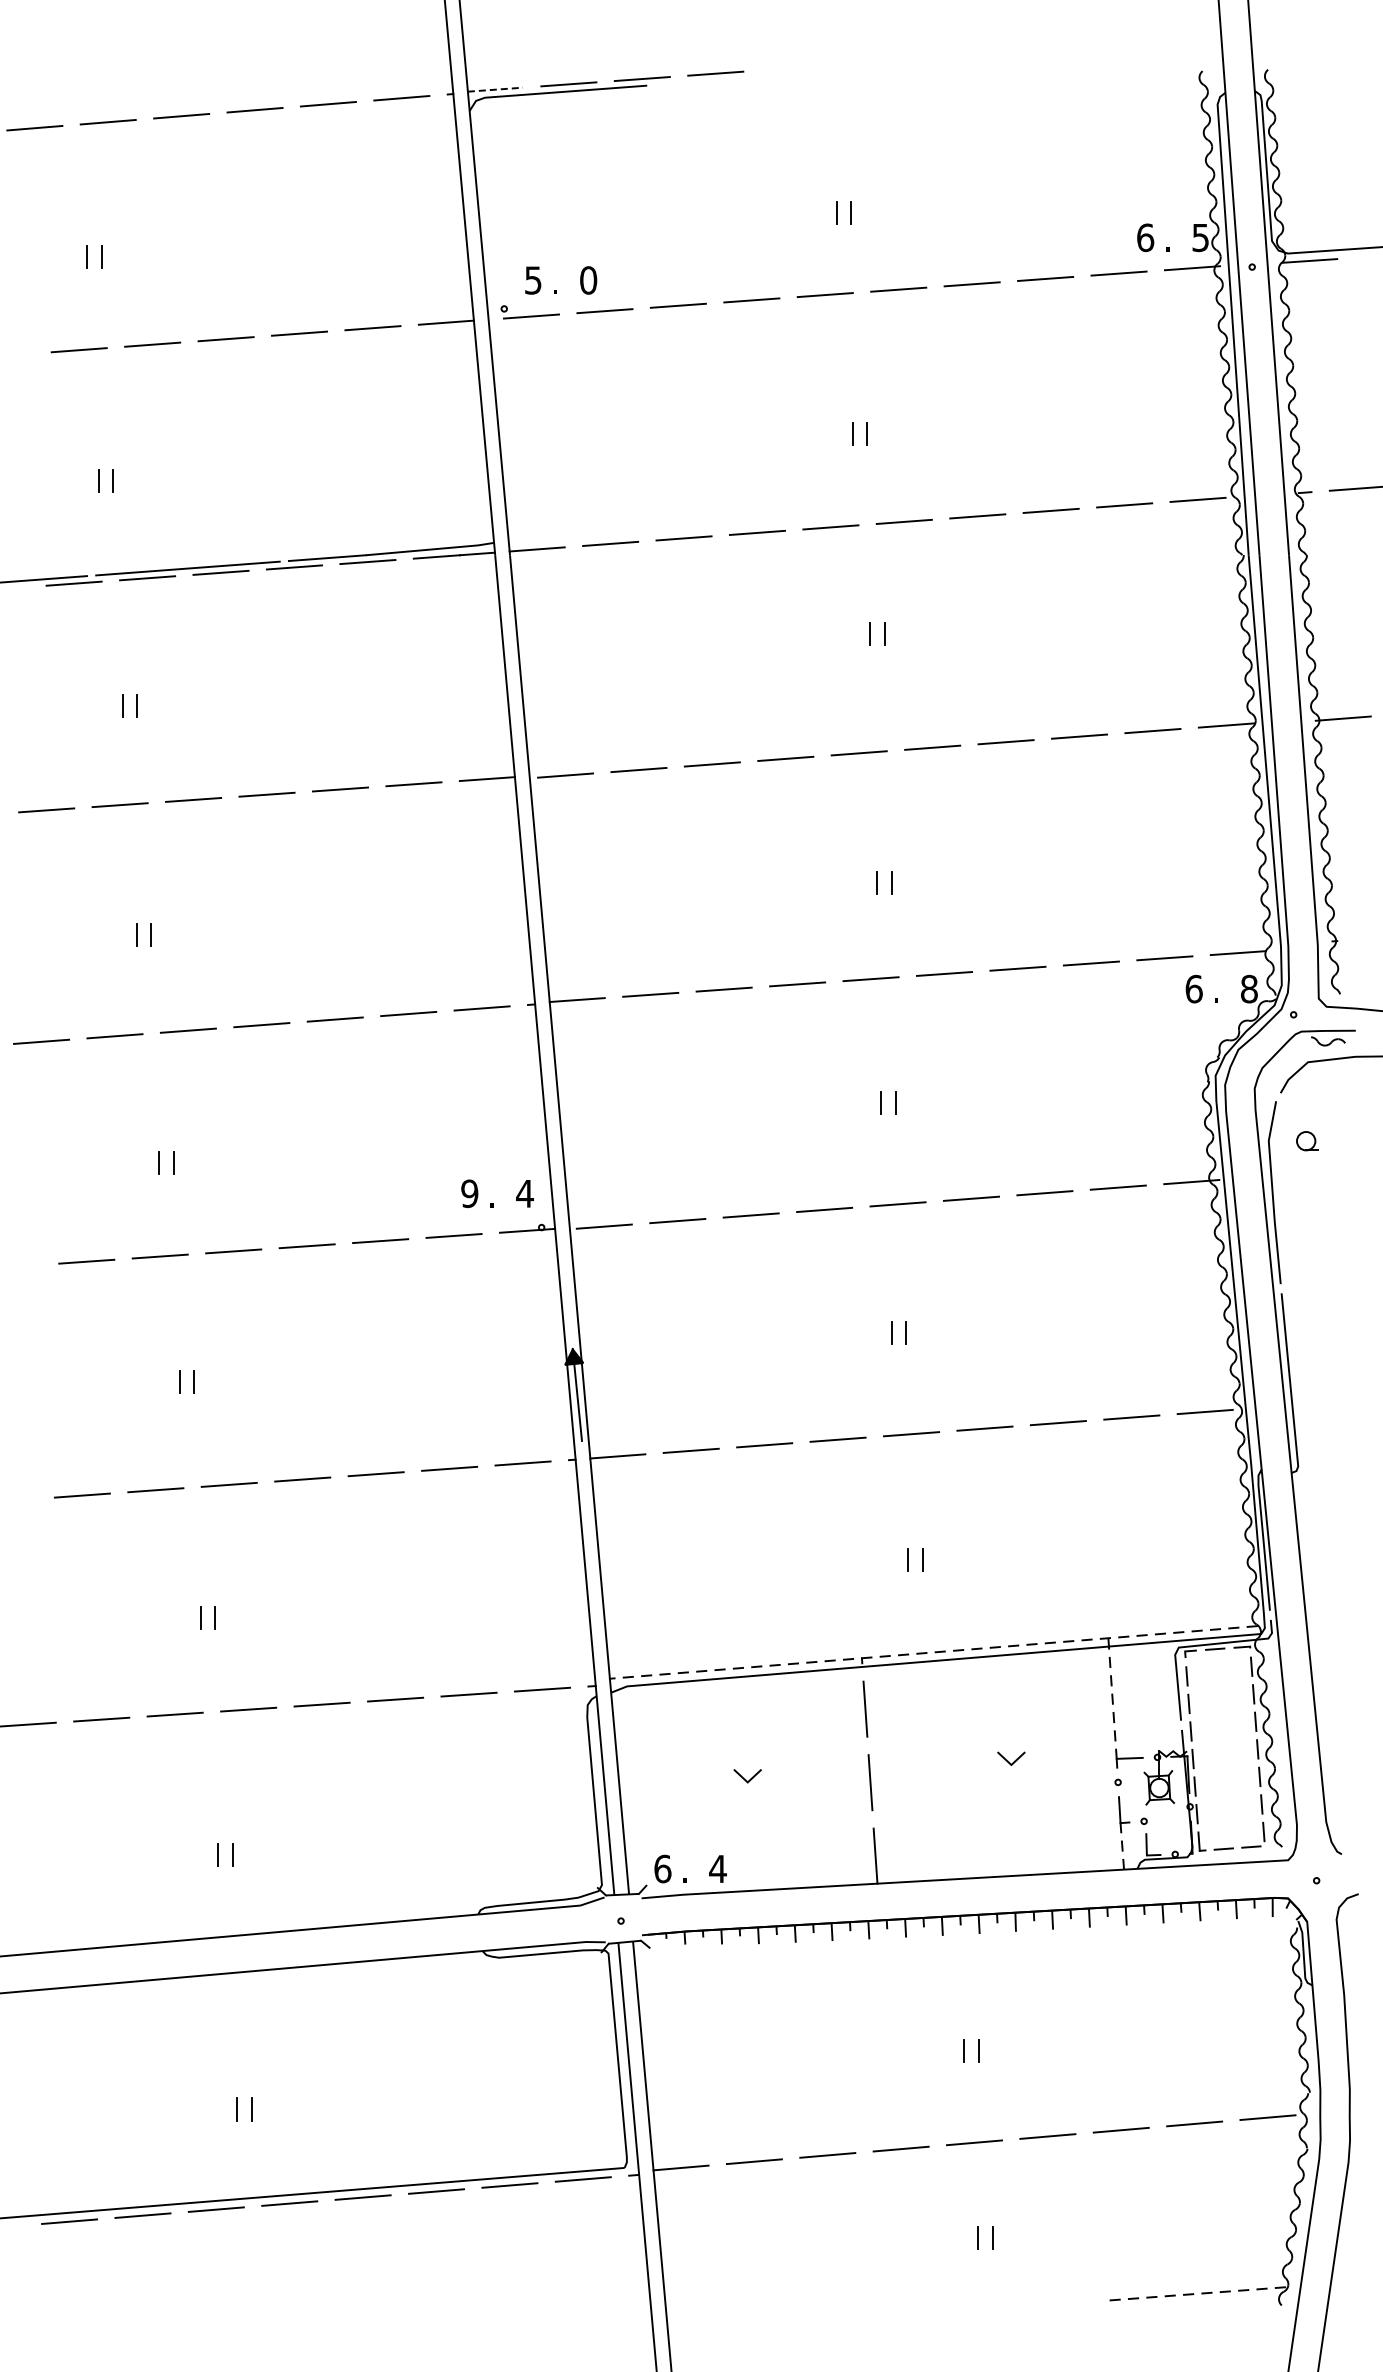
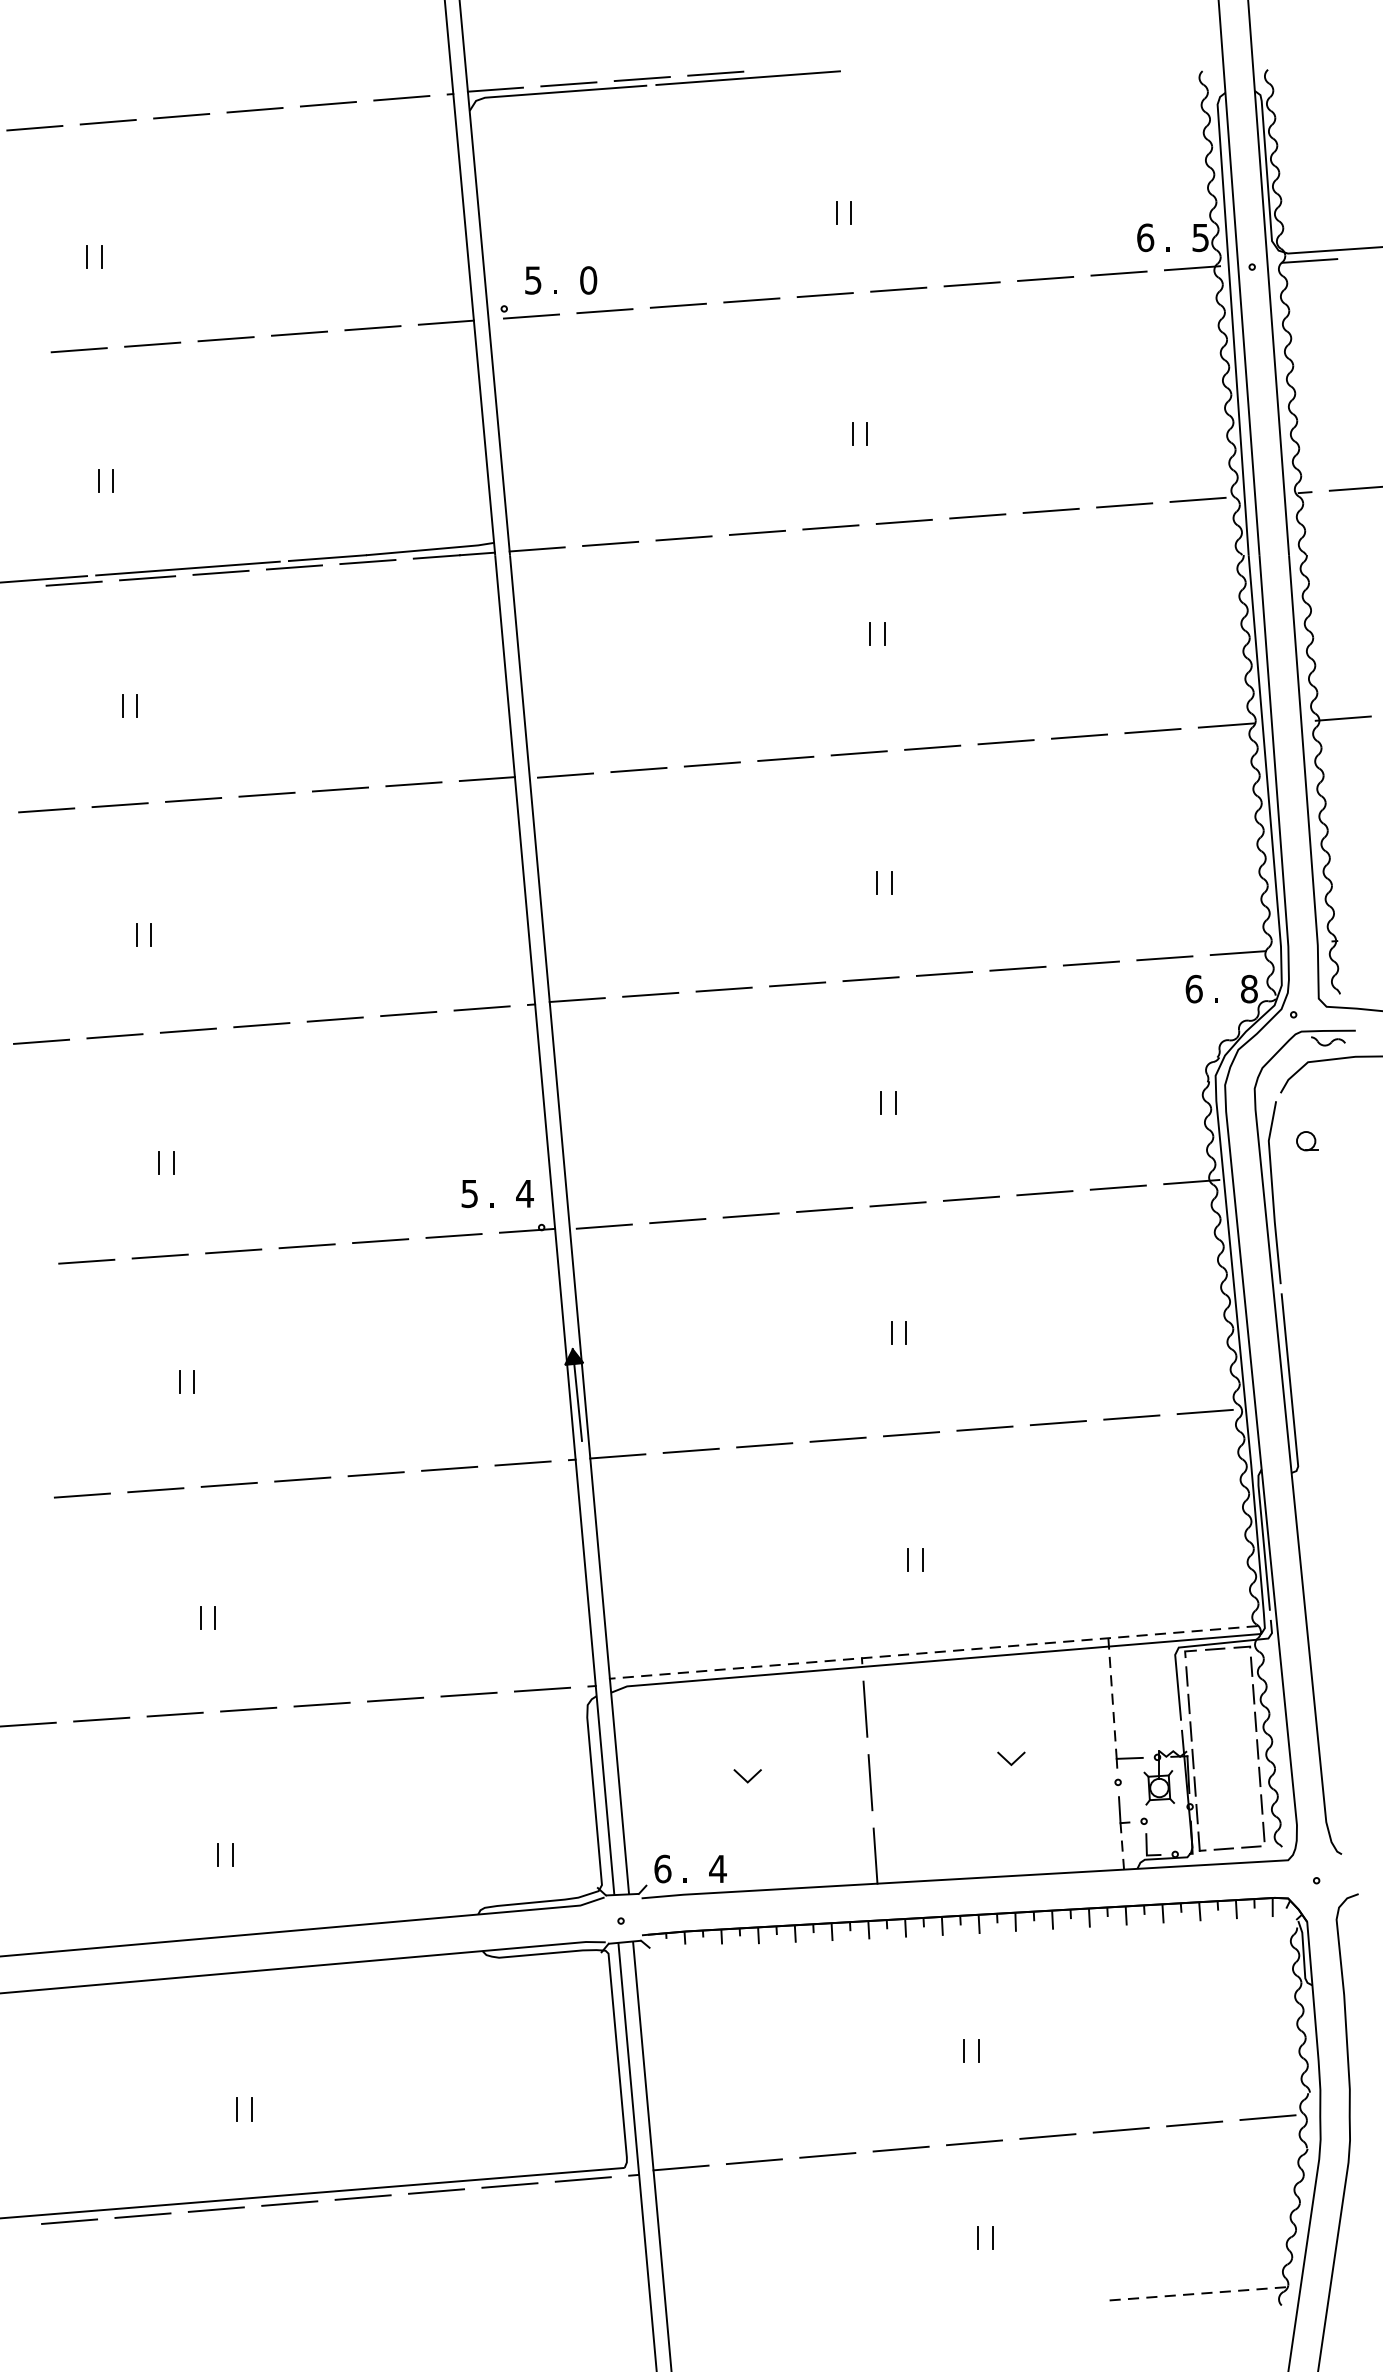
line at (747, 77): none -> present
line at (495, 89): dashed -> solid
text at (469, 1193): 9 -> 5
